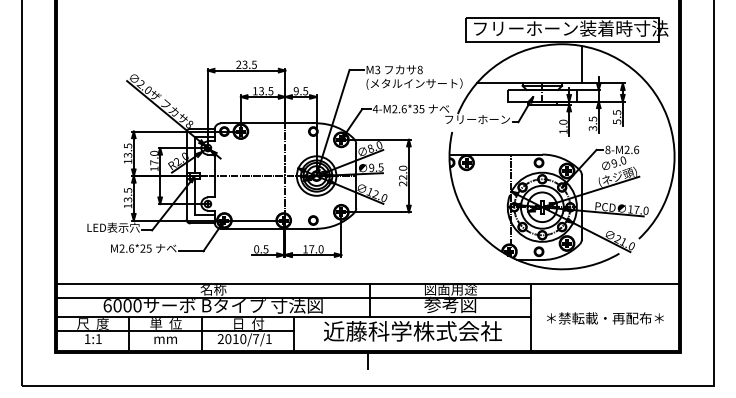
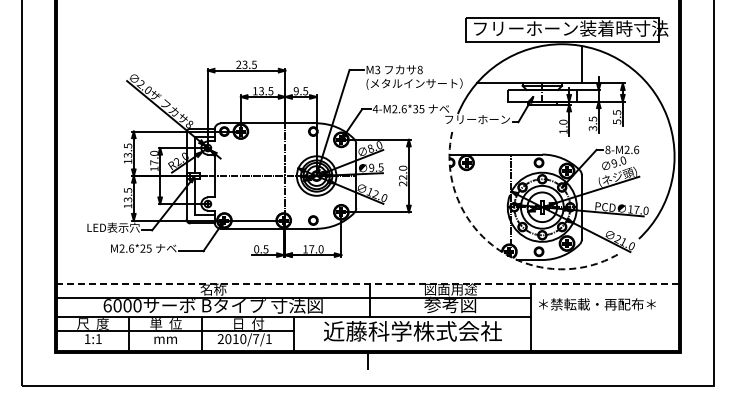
arc at (495, 247): solid -> dashed
line at (368, 284): solid -> dashed
text at (605, 318) position: (605, 318) -> (597, 304)
